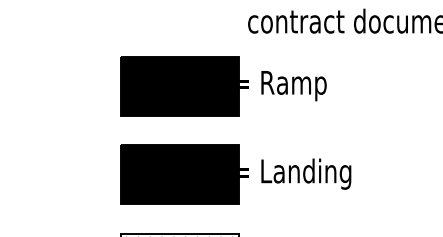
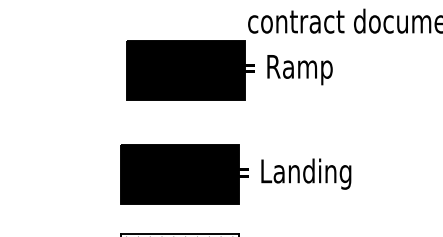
part at (223, 86) position: (223, 86) -> (229, 70)
